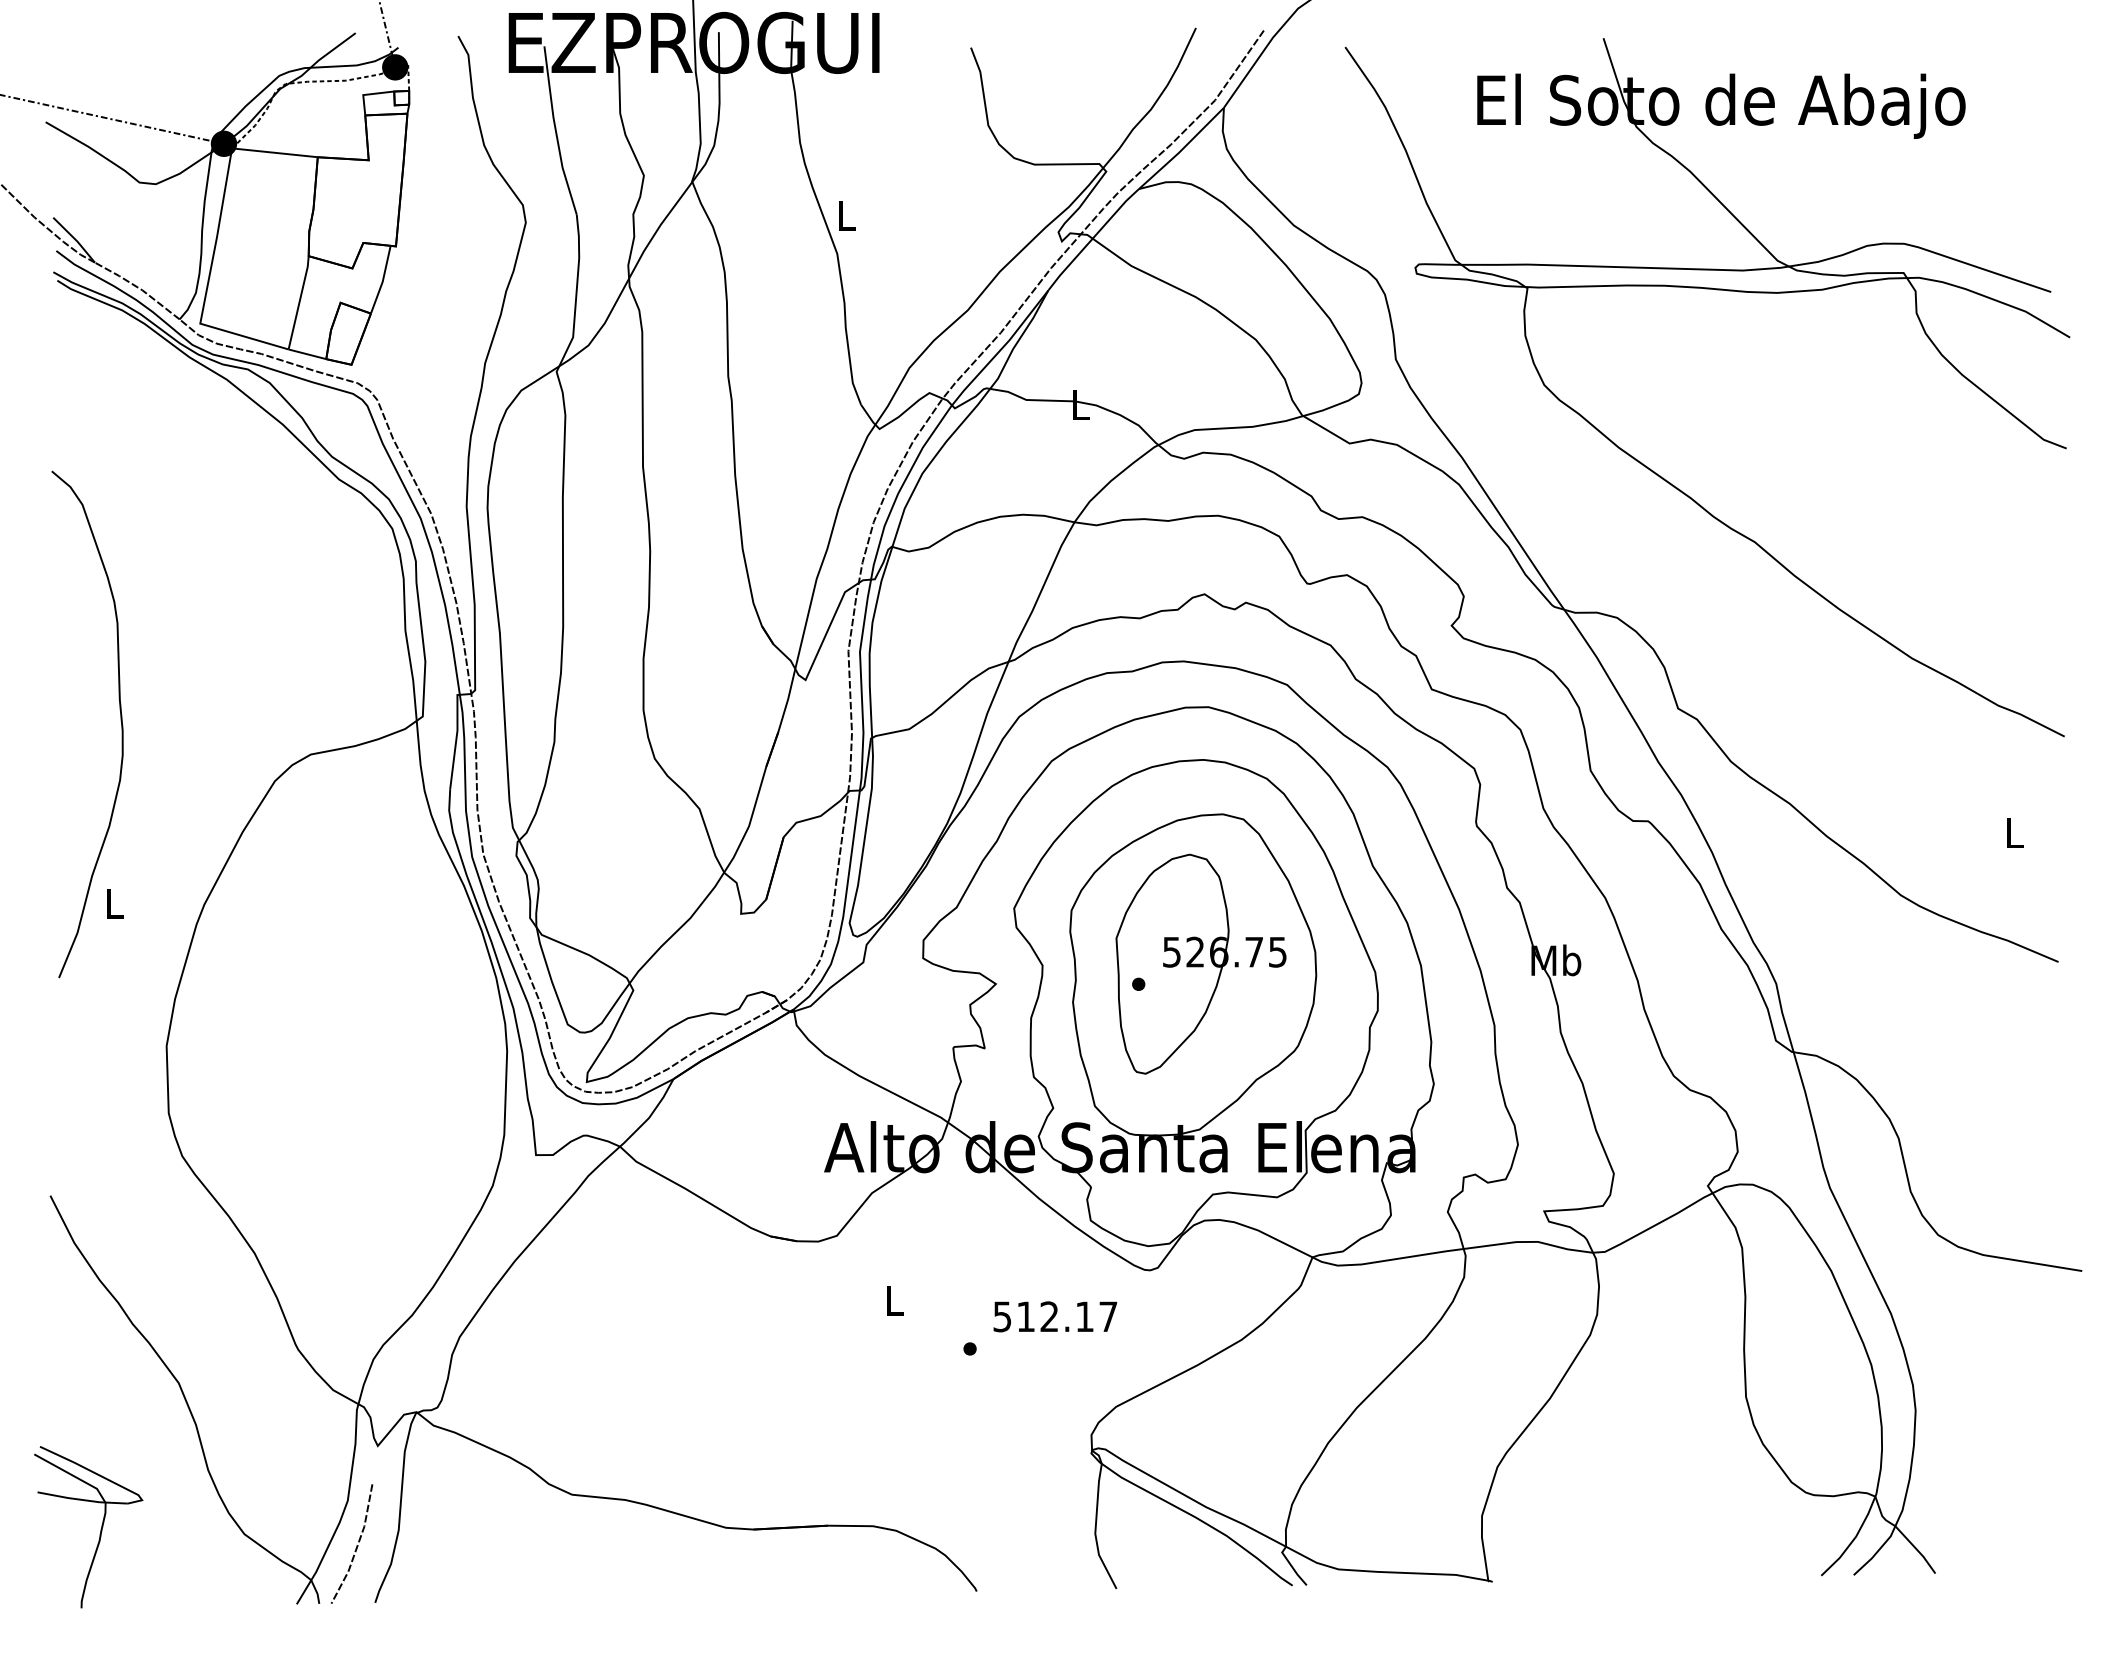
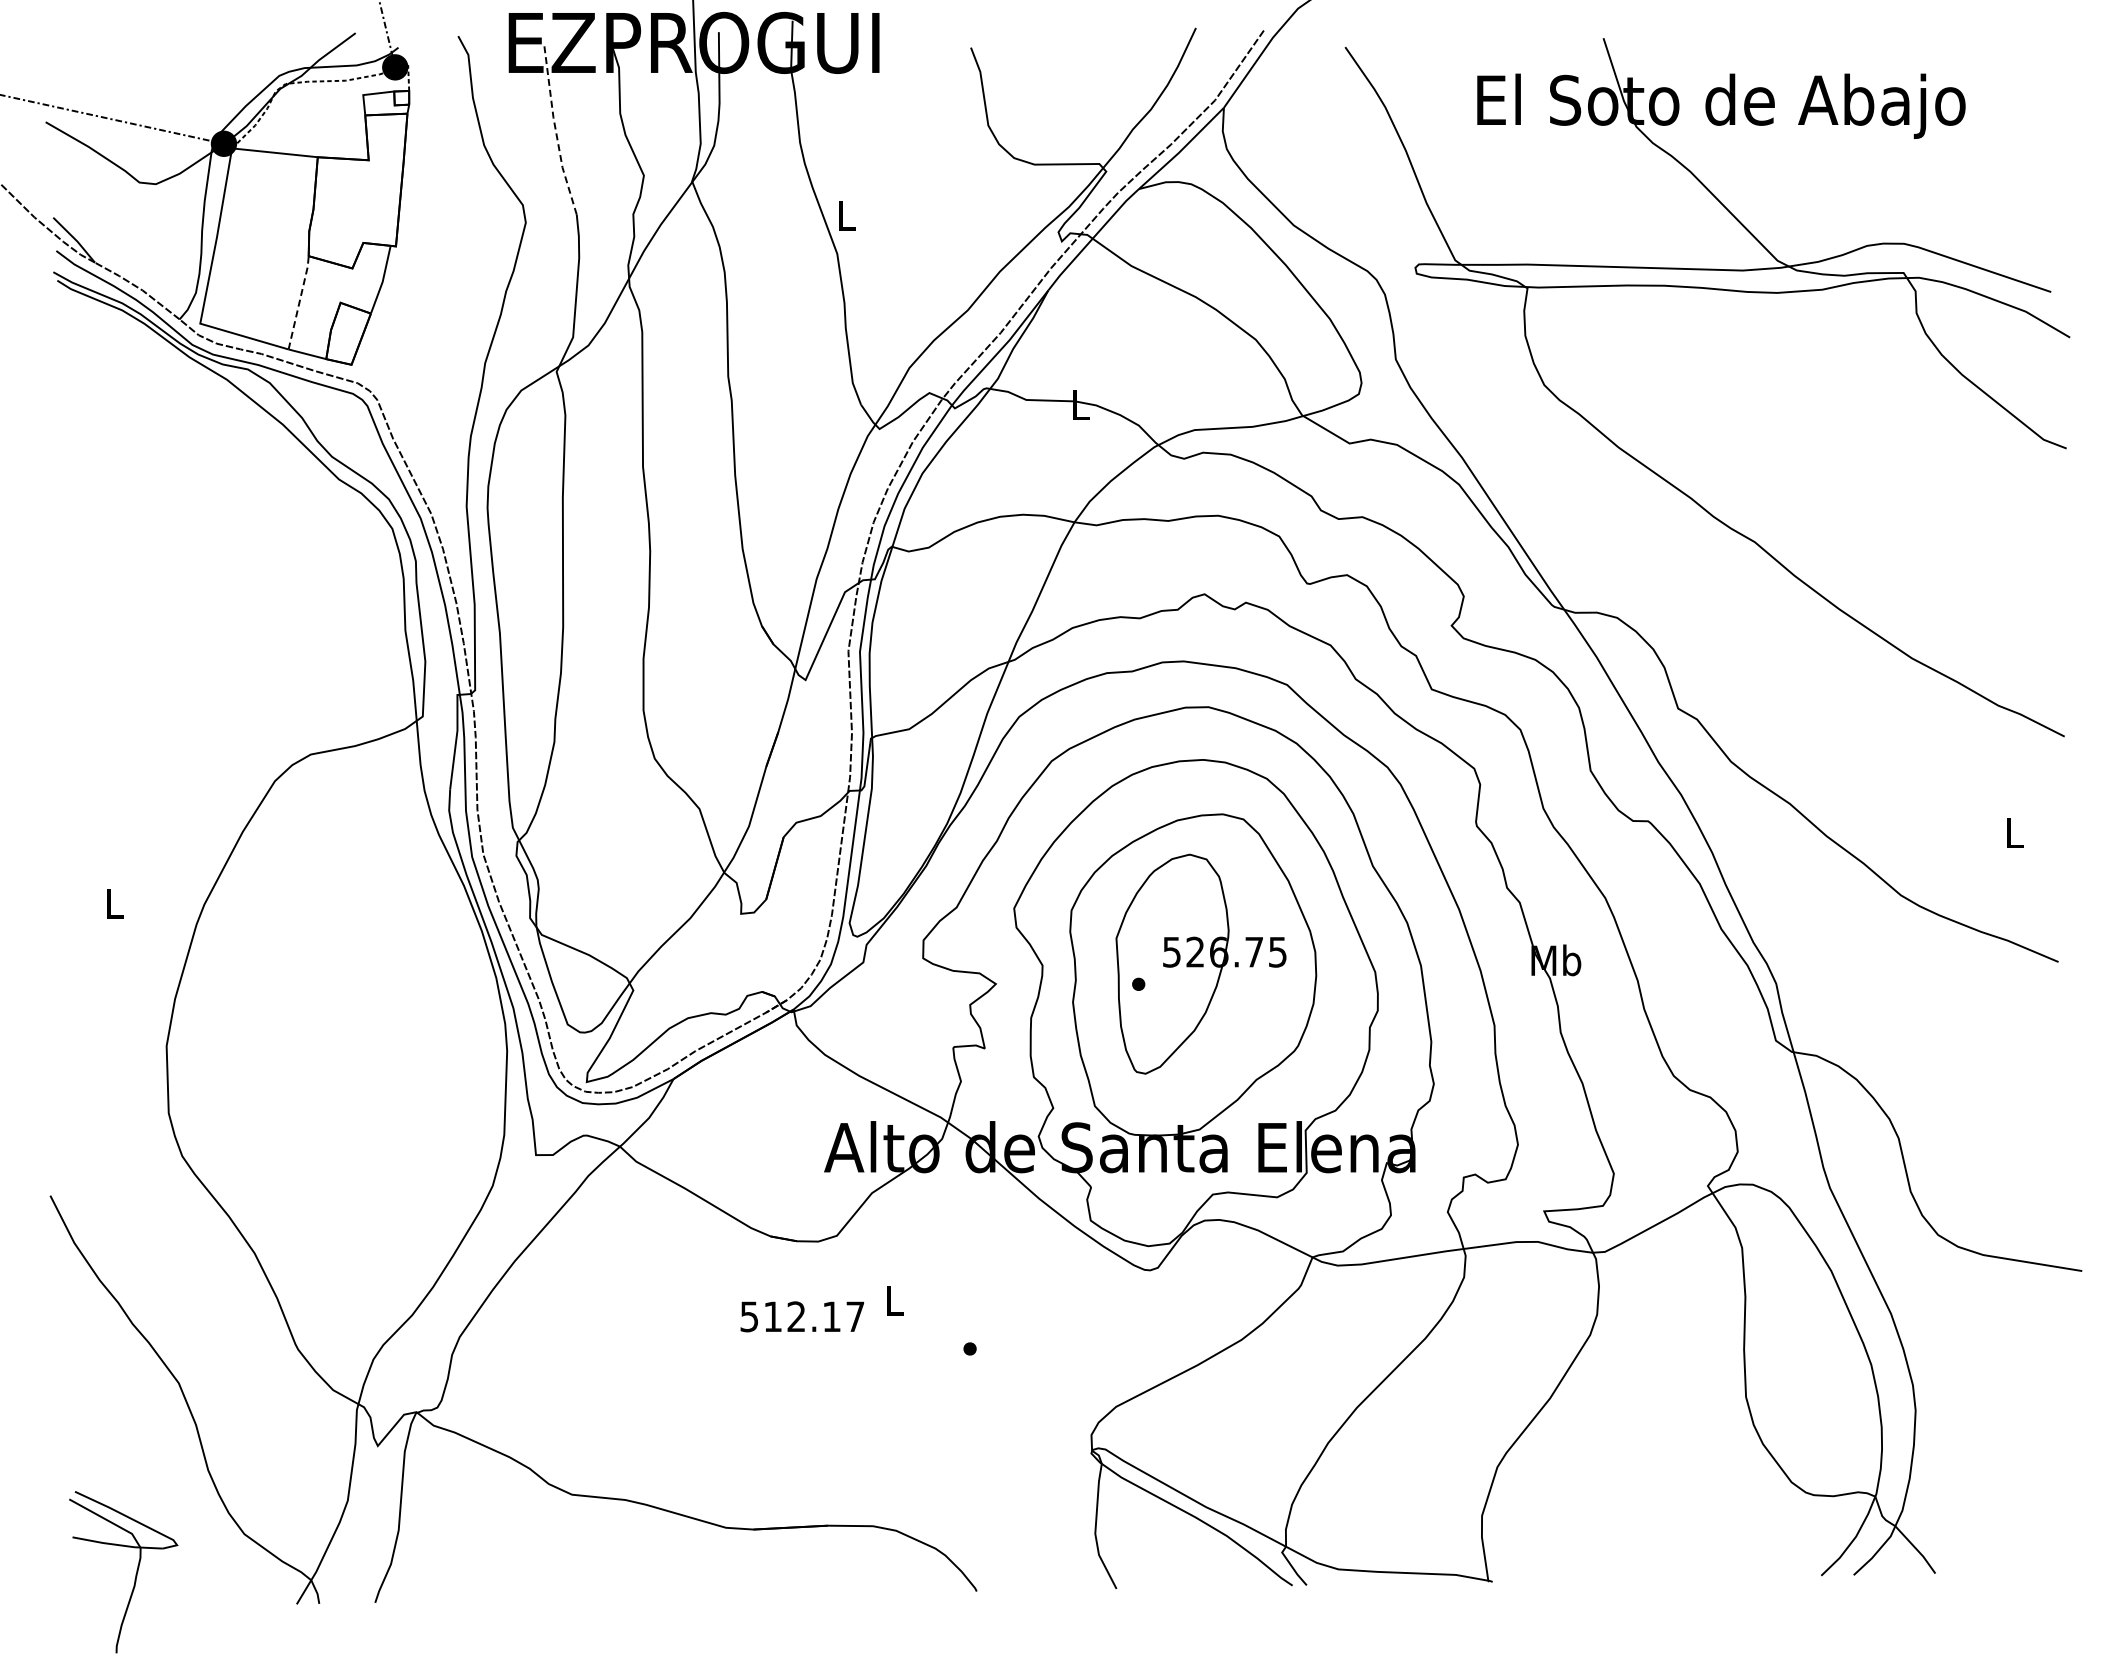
line at (556, 131): solid -> dashed
line at (299, 301): solid -> dashed
curve at (120, 720): present -> none
text at (1055, 1316) position: (1055, 1316) -> (802, 1316)
part at (100, 1529) position: (100, 1529) -> (135, 1574)
line at (356, 1545): present -> none
